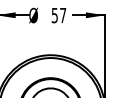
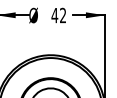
text at (58, 15): 57 -> 42
